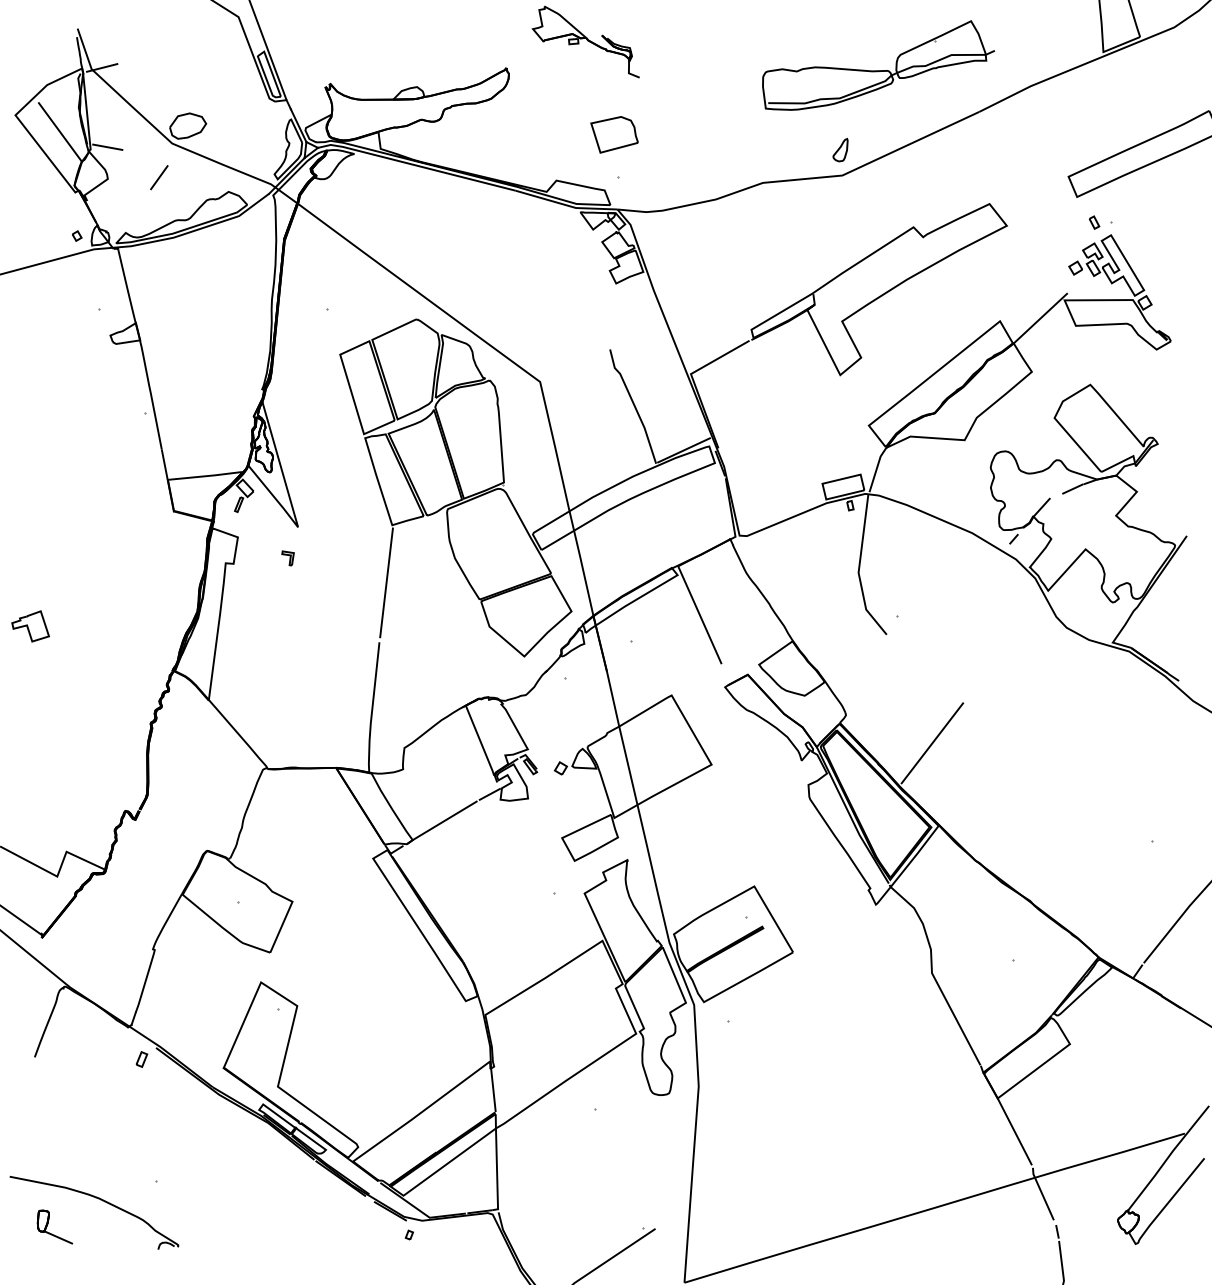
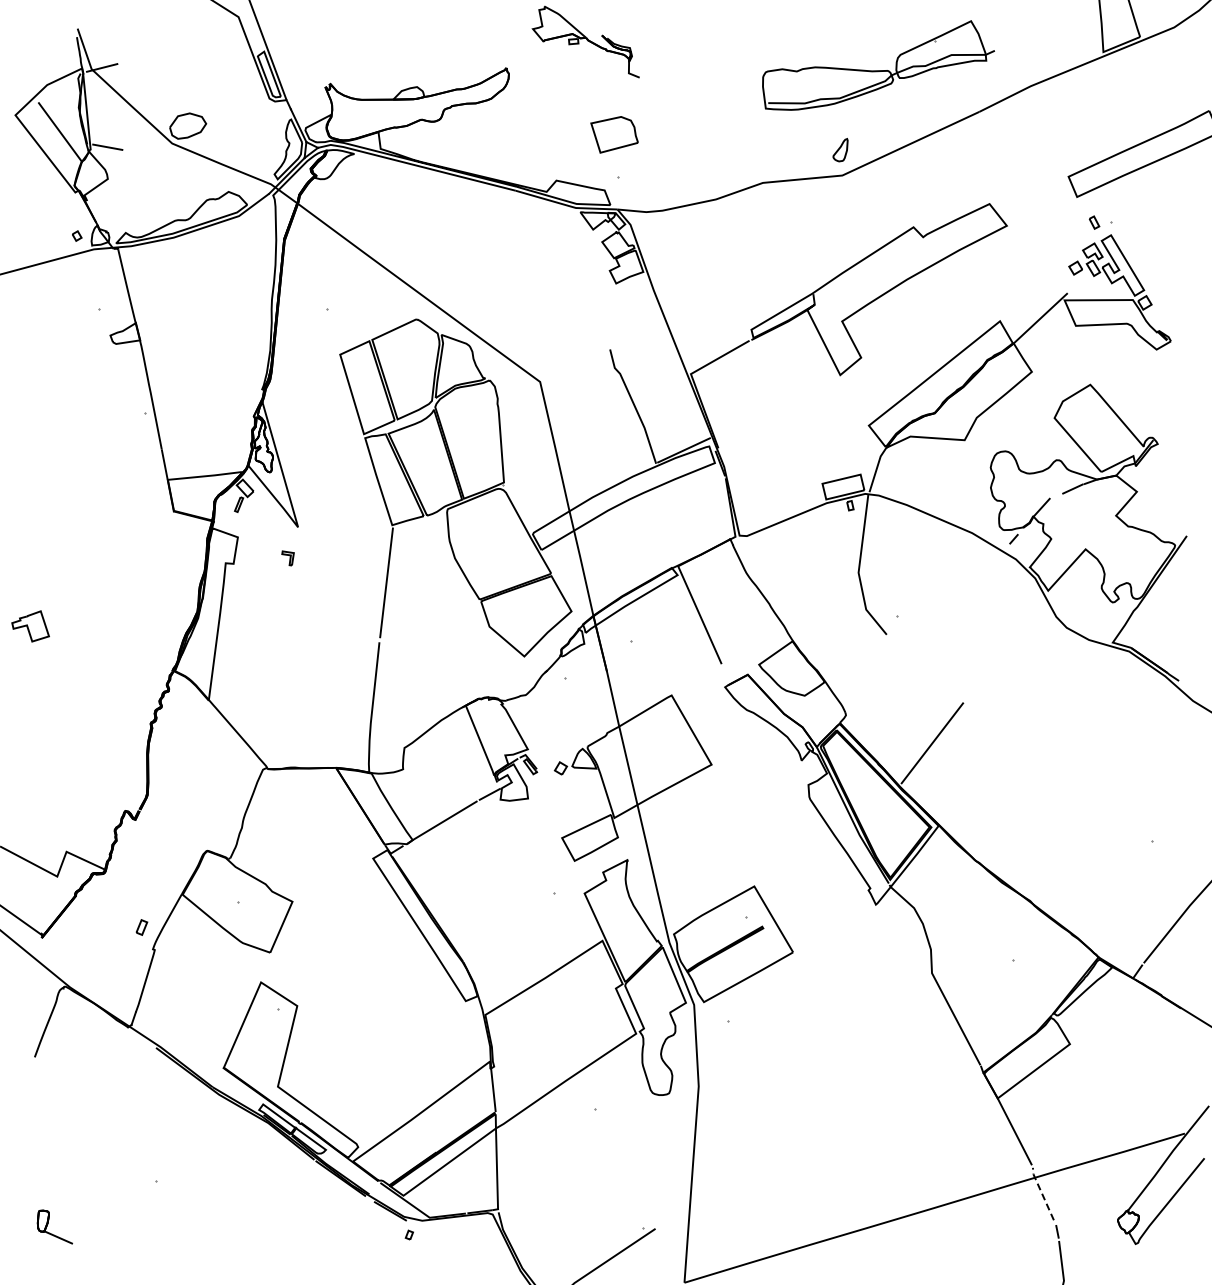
line at (159, 177): present -> none
part at (141, 1059) position: (141, 1059) -> (141, 927)
line at (1041, 1193): solid -> dashed
part at (100, 1200): present -> none
